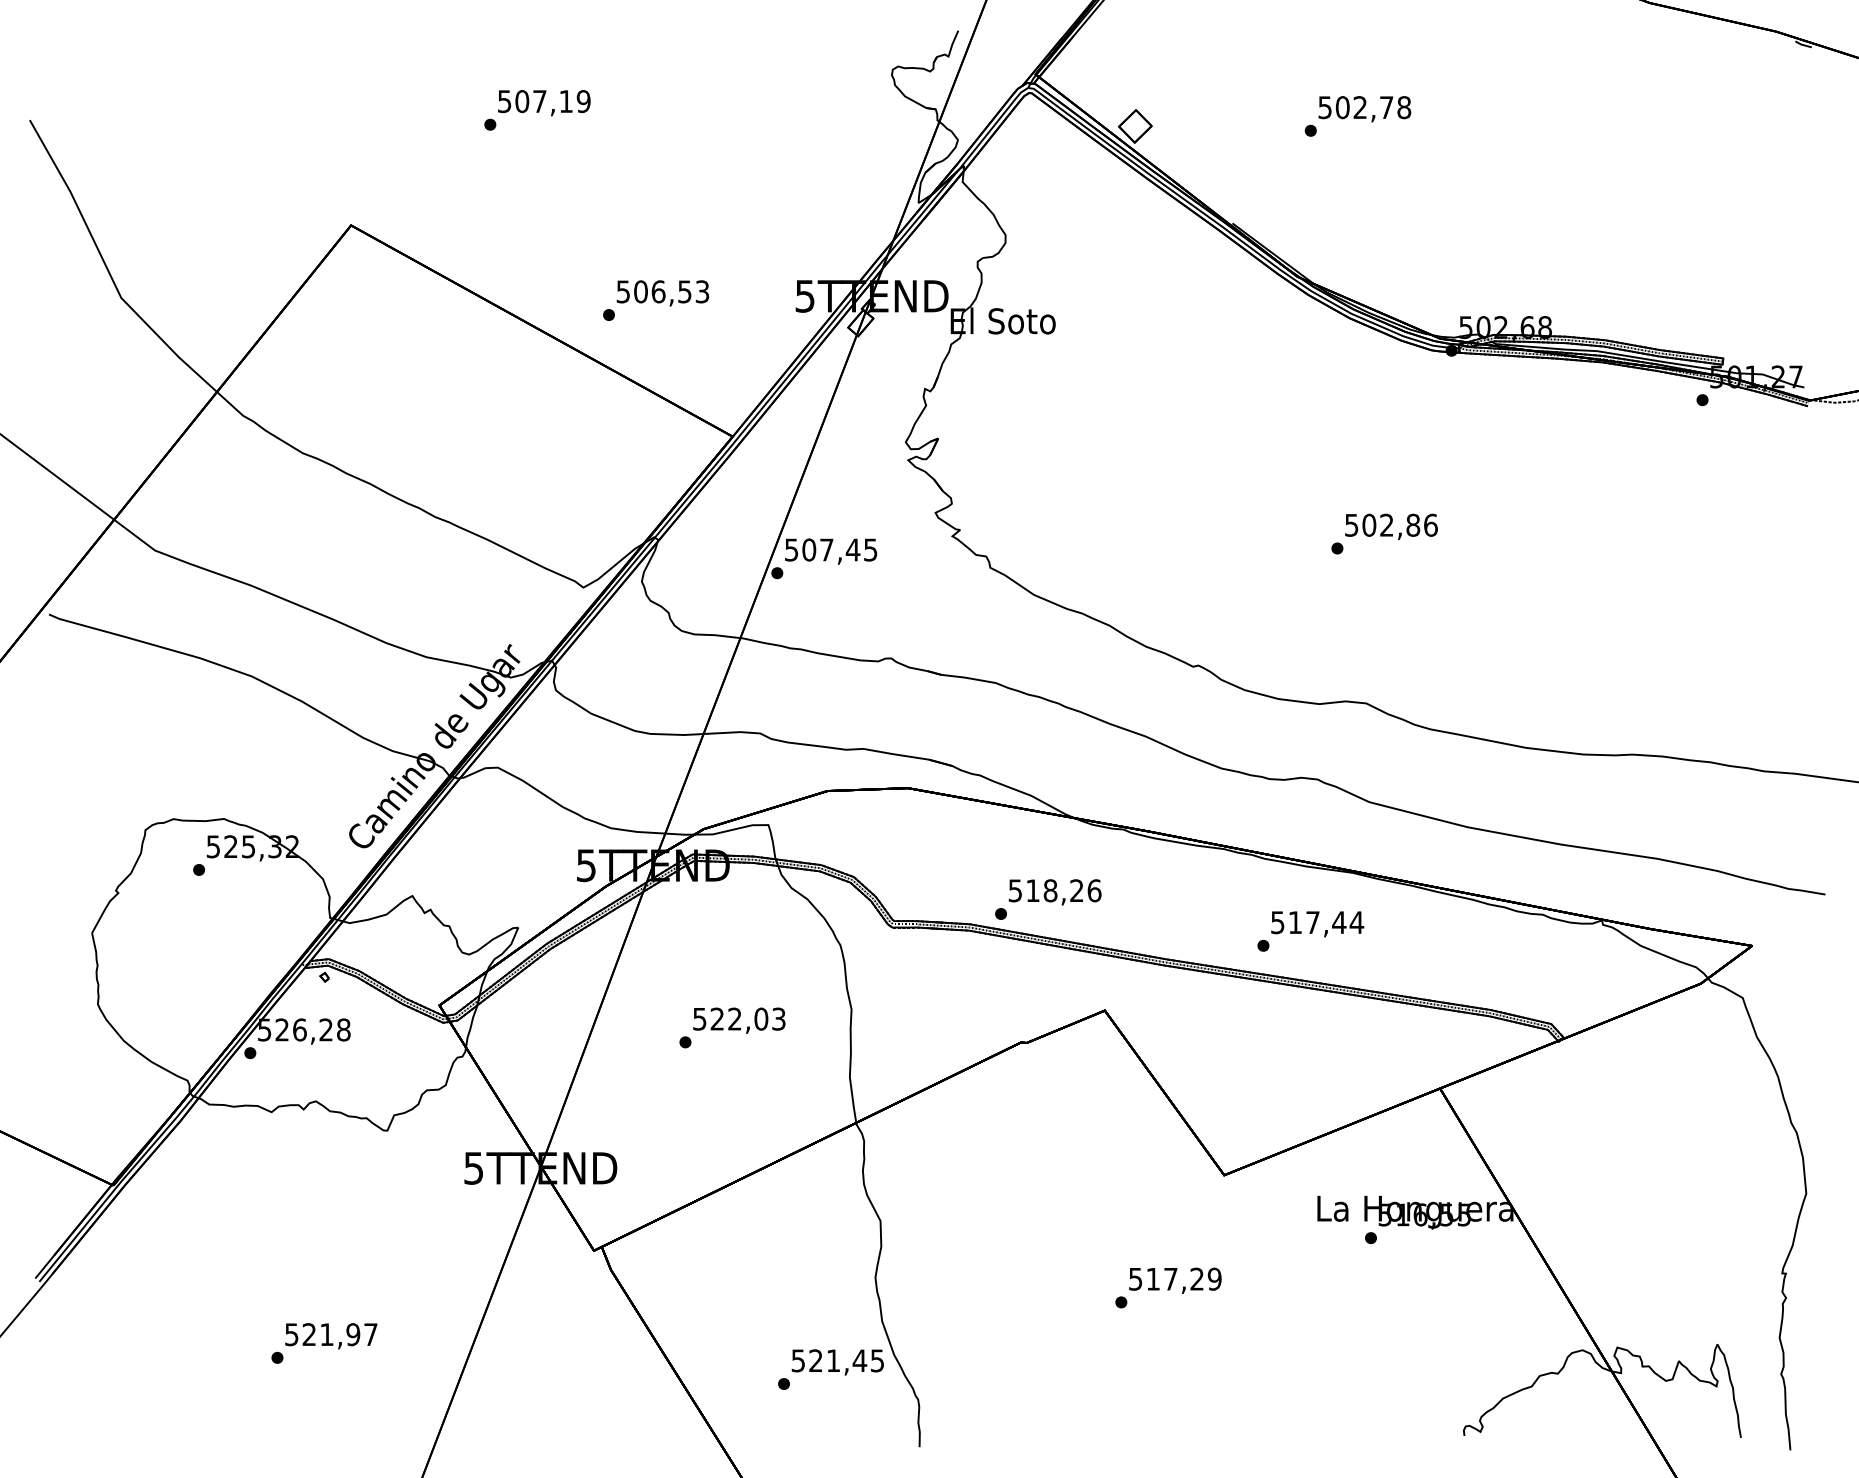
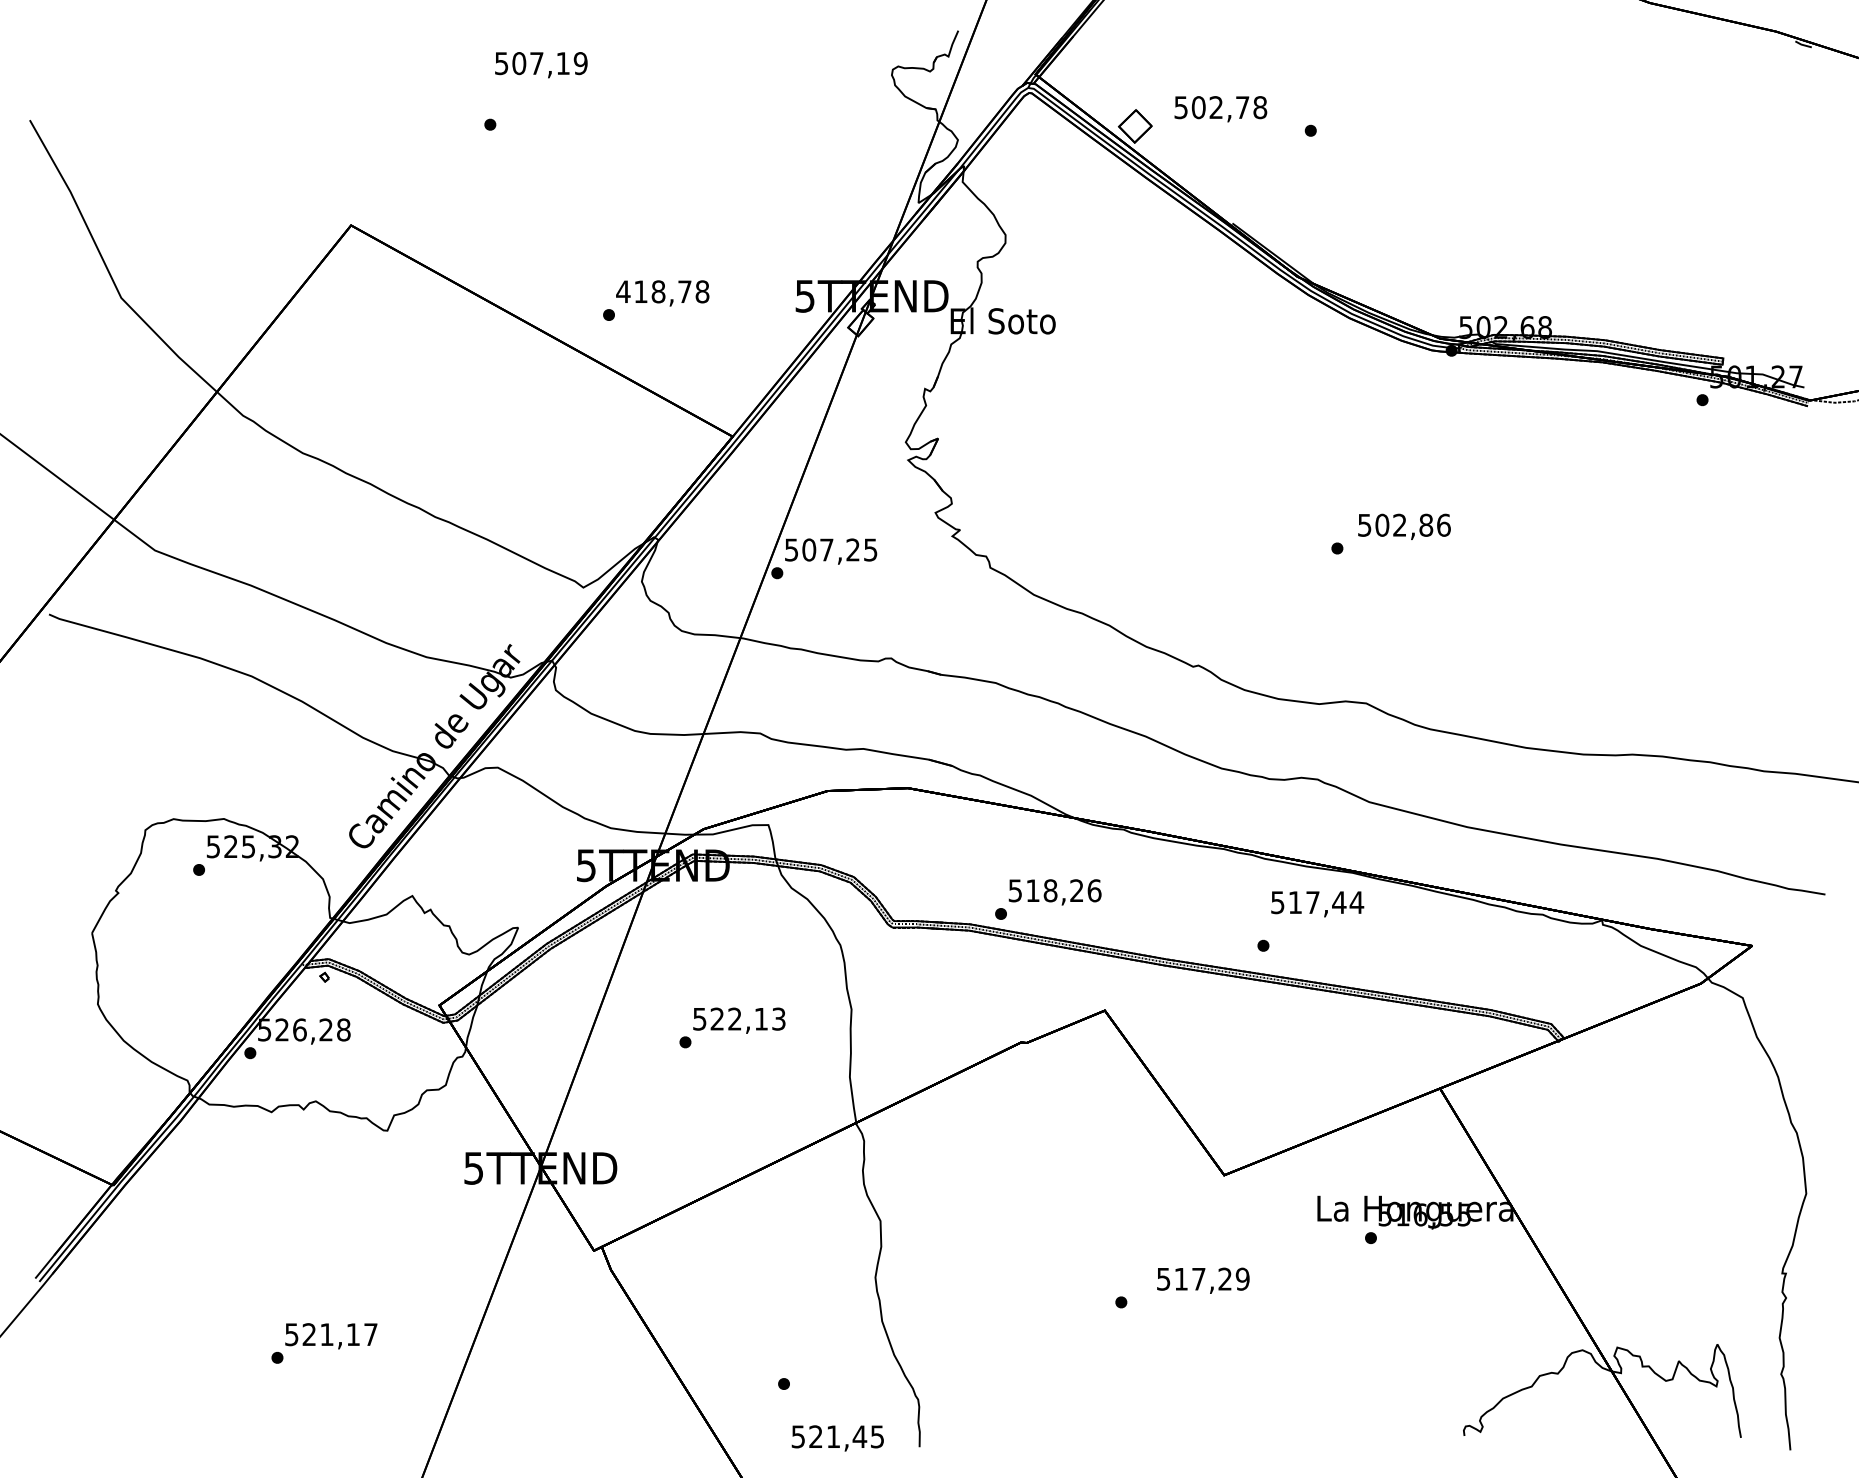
text at (544, 103) position: (544, 103) -> (541, 65)
text at (1364, 109) position: (1364, 109) -> (1220, 109)
text at (662, 291): 506,53 -> 418,78
text at (1391, 526) position: (1391, 526) -> (1404, 526)
text at (852, 549): 507,45 -> 507,25
text at (1317, 924) position: (1317, 924) -> (1317, 904)
text at (761, 1018): 522,03 -> 522,13
text at (1175, 1280) position: (1175, 1280) -> (1203, 1280)
text at (353, 1334): 521,97 -> 521,17
text at (837, 1362) position: (837, 1362) -> (837, 1438)
